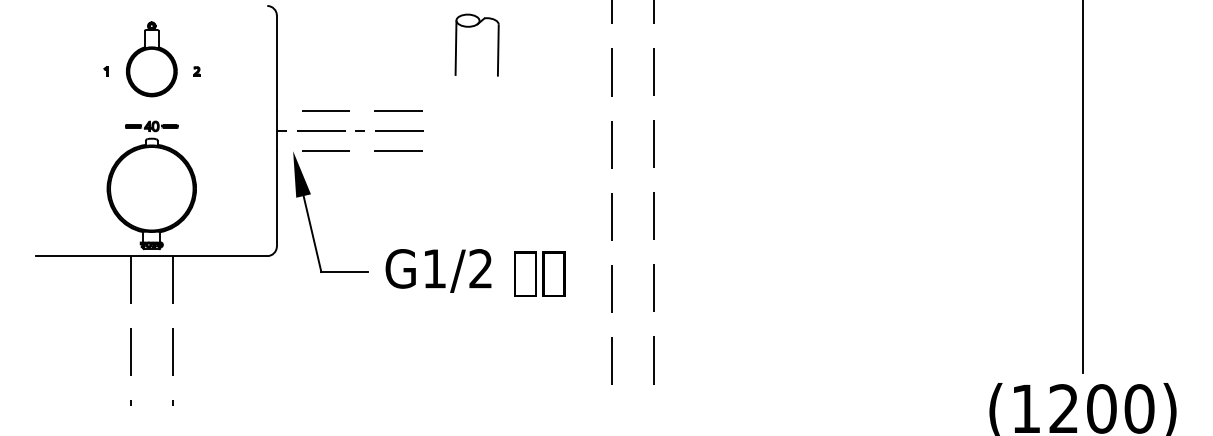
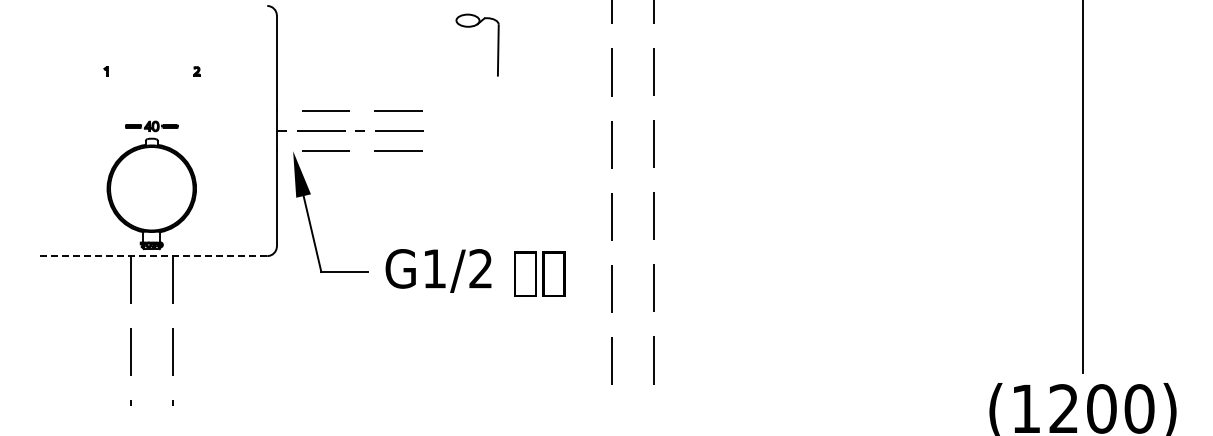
line at (455, 47): present -> none
part at (151, 59): present -> none
line at (151, 256): solid -> dashed
